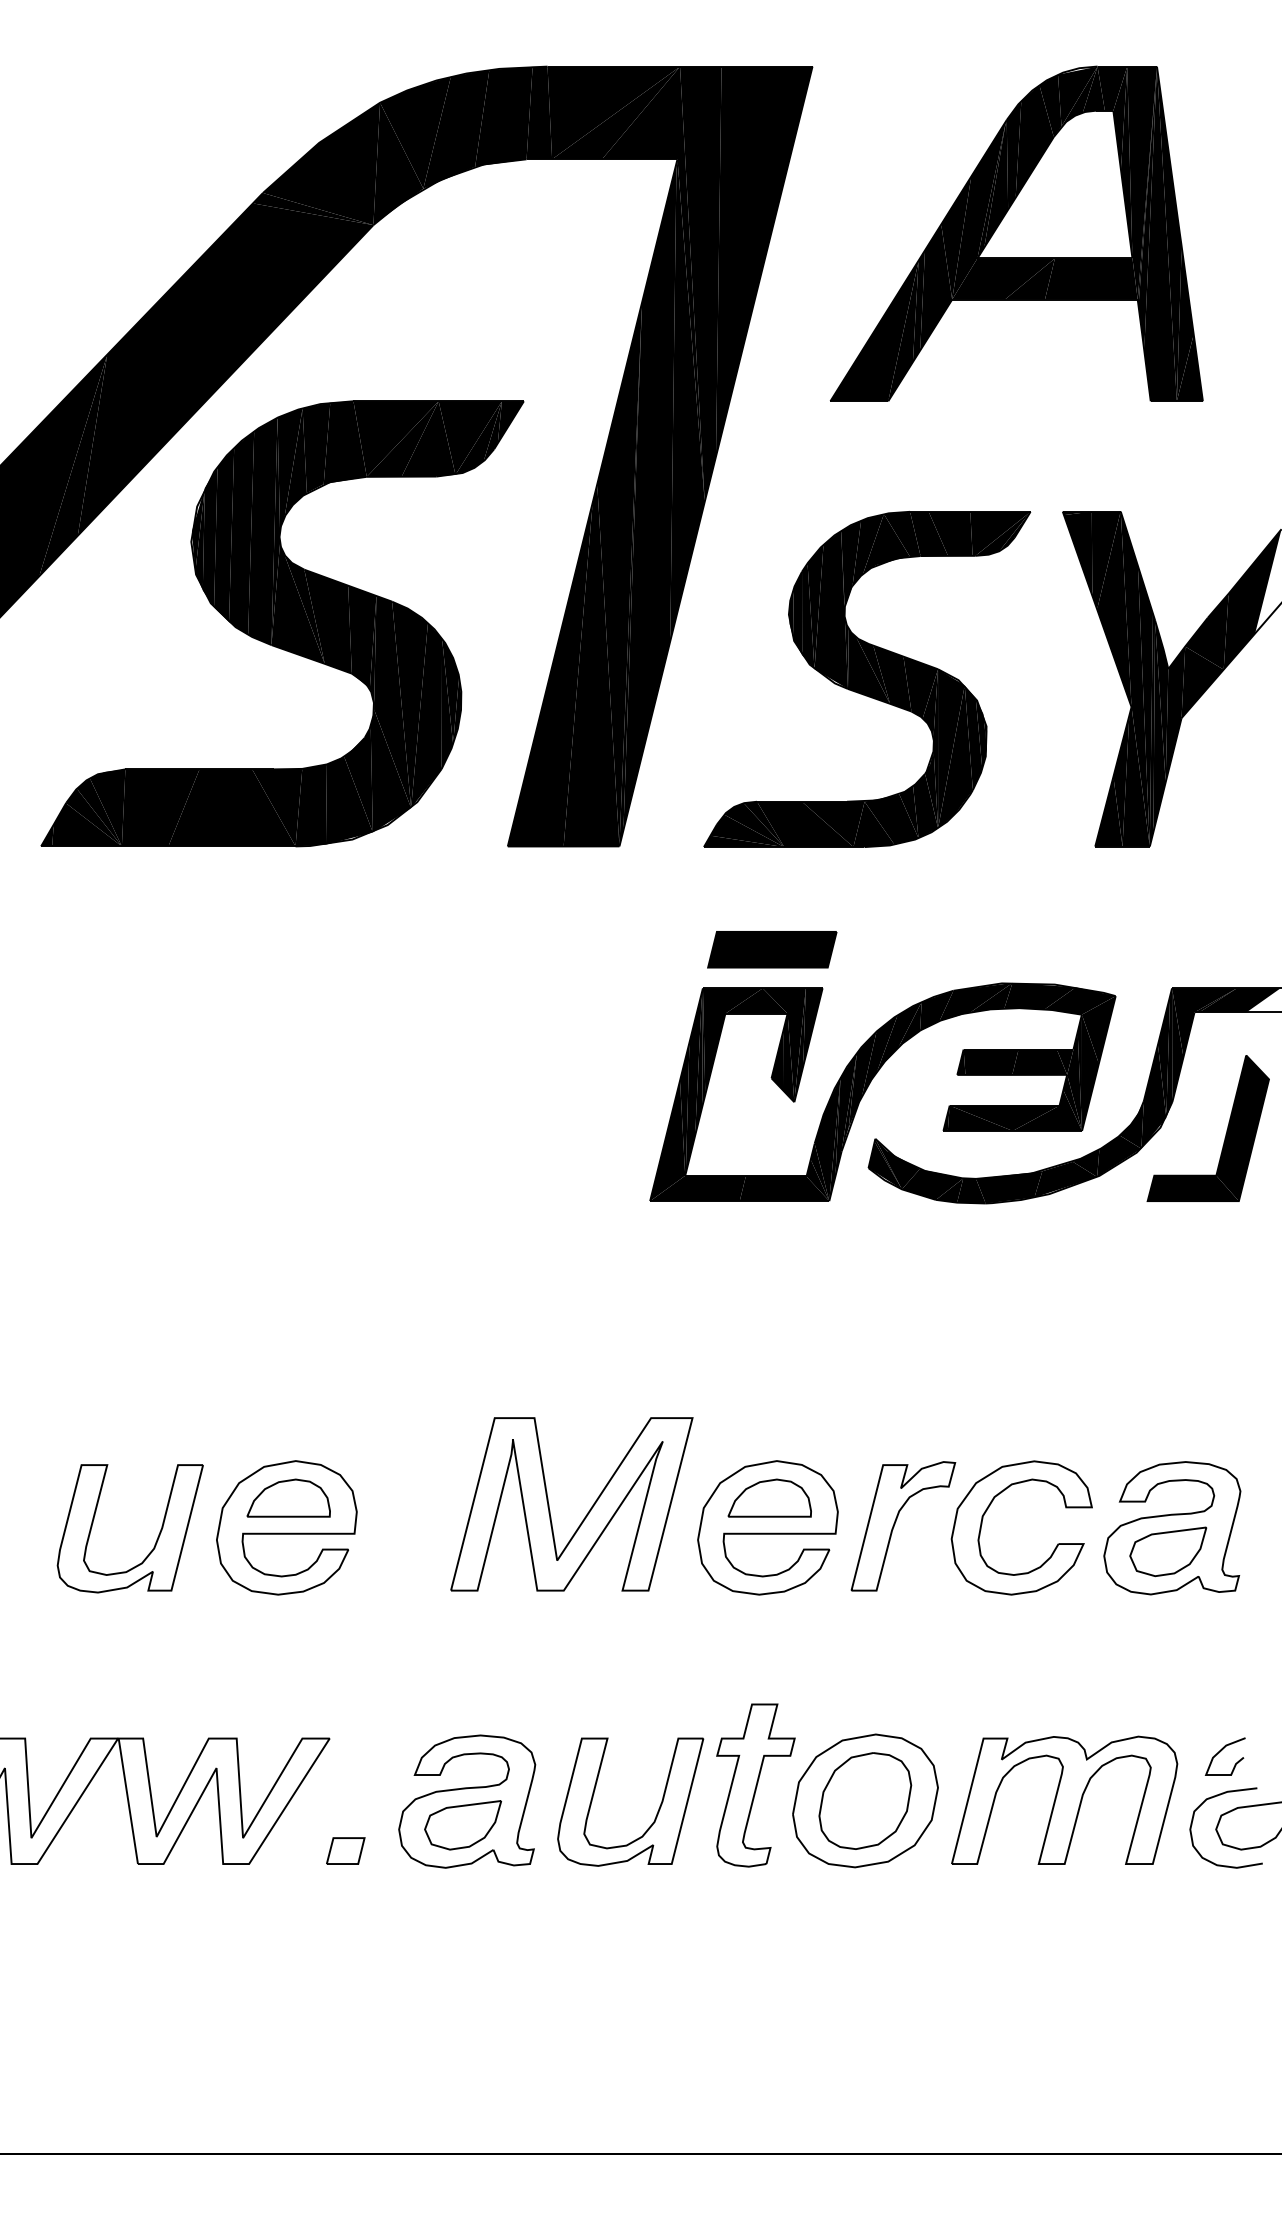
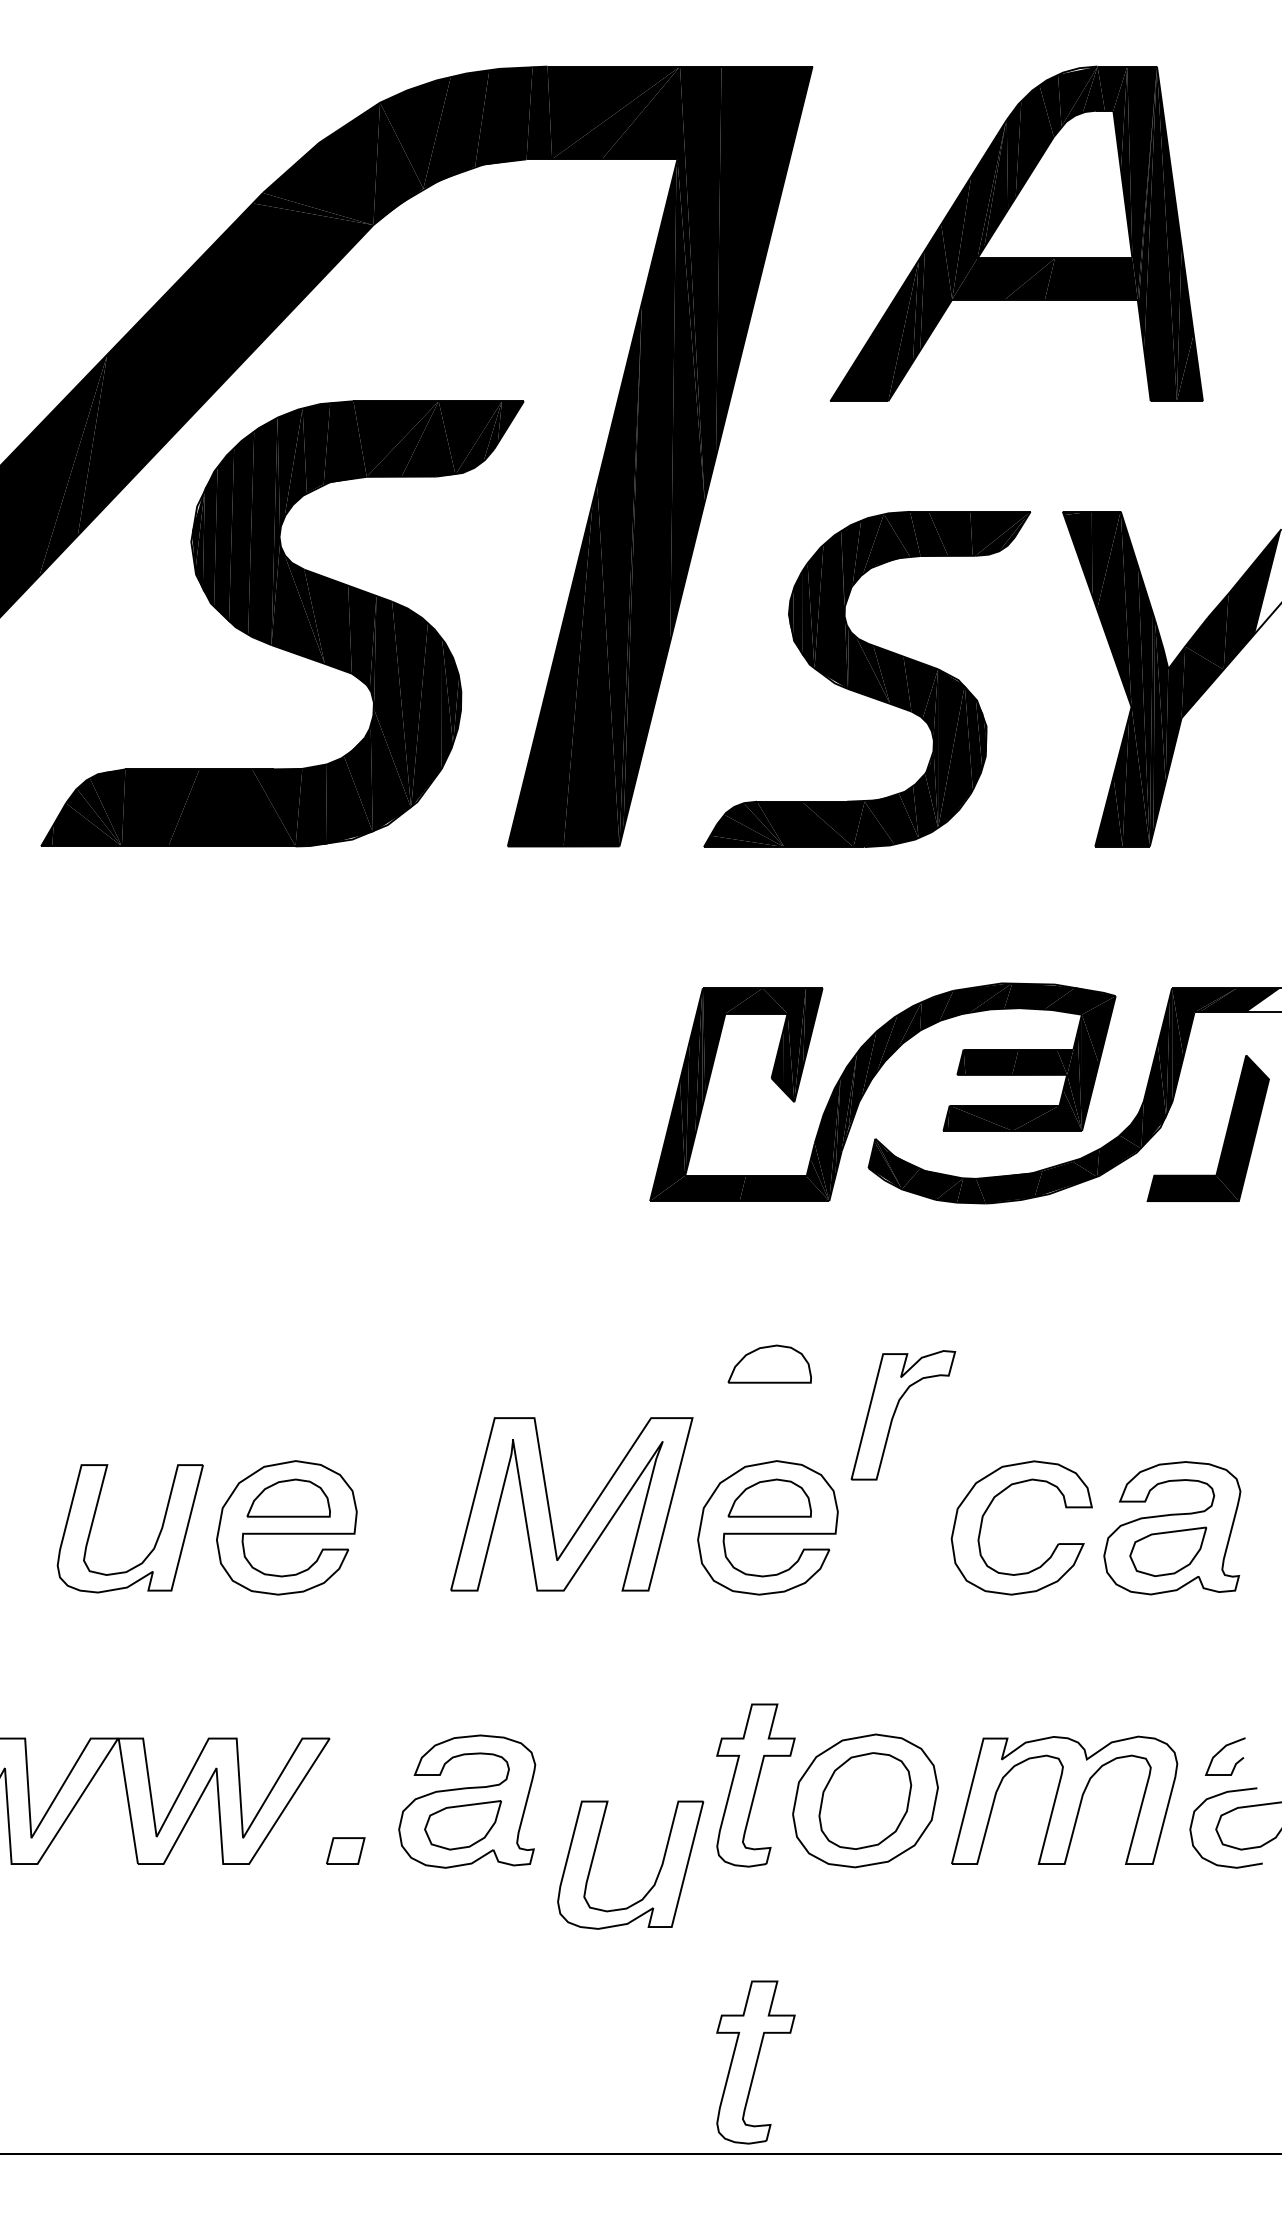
part at (772, 949): present -> none
part at (769, 1363): none -> present
part at (895, 1524) position: (895, 1524) -> (895, 1413)
part at (656, 1813) position: (656, 1813) -> (656, 1876)
part at (755, 2062): none -> present
